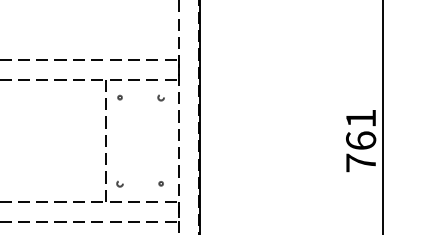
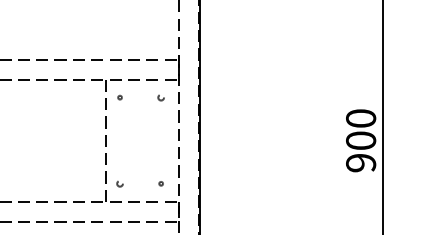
text at (361, 140): 761 -> 900
